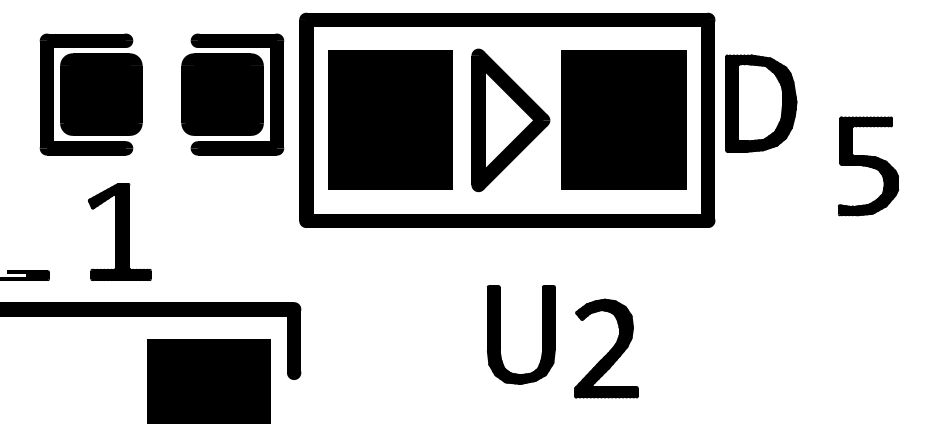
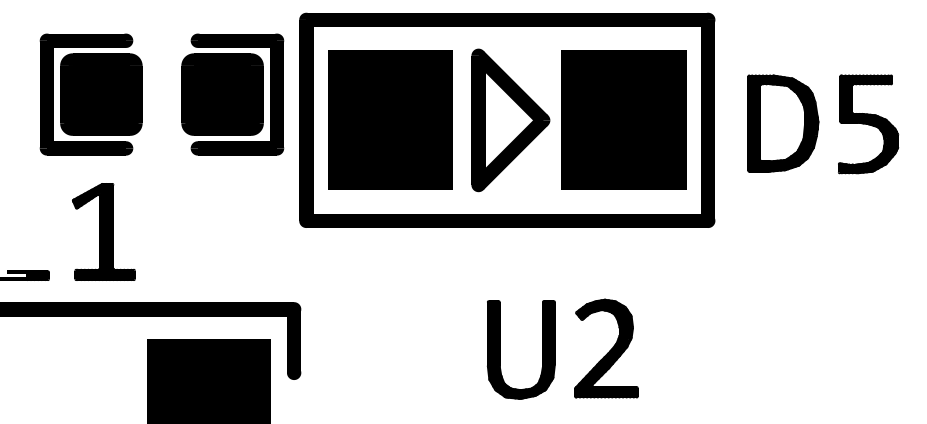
part at (761, 103) position: (761, 103) -> (783, 123)
part at (868, 166) position: (868, 166) -> (868, 124)
part at (119, 231) position: (119, 231) -> (103, 231)
part at (500, 334) position: (500, 334) -> (500, 349)
